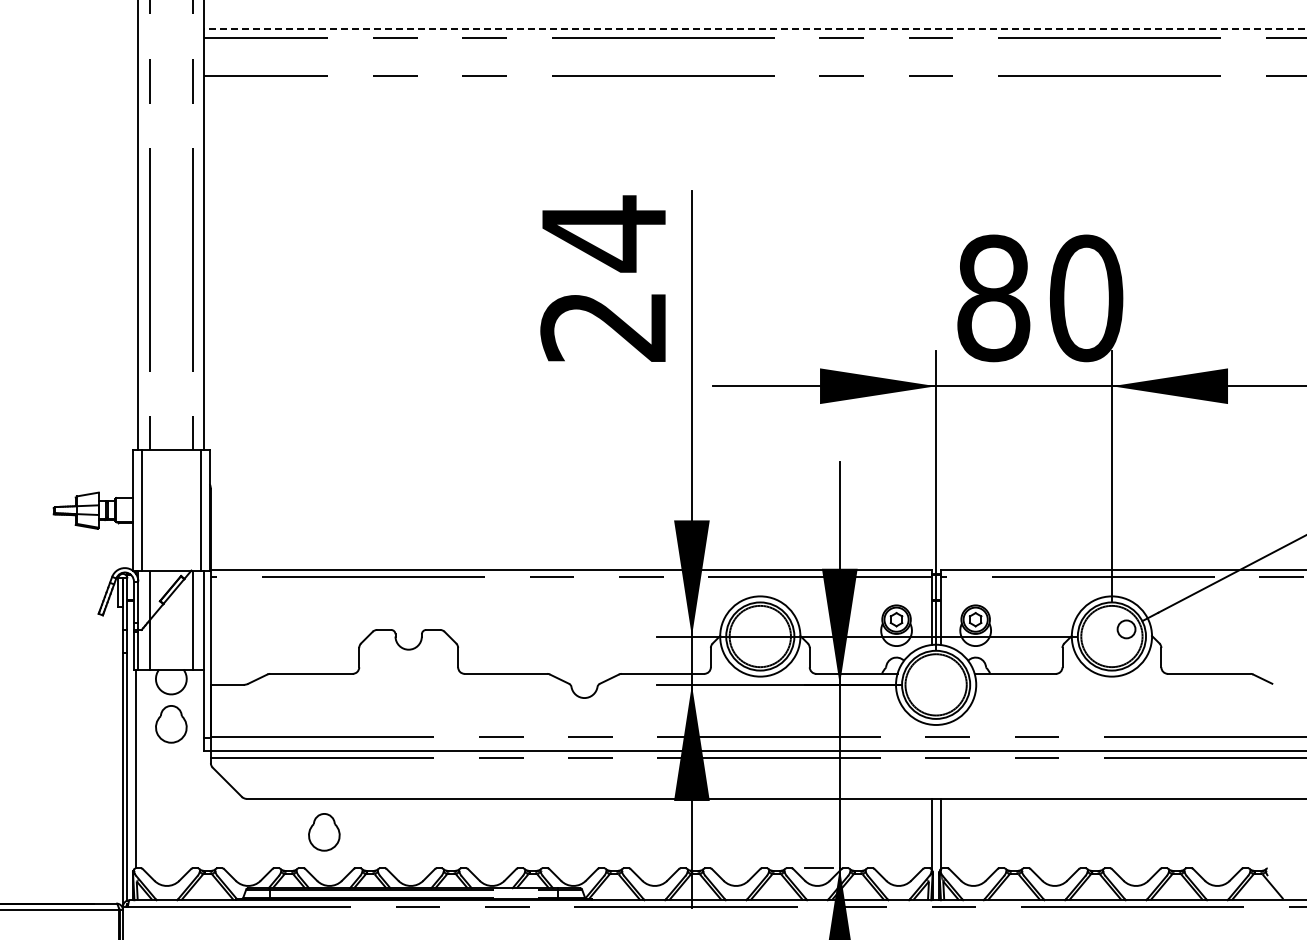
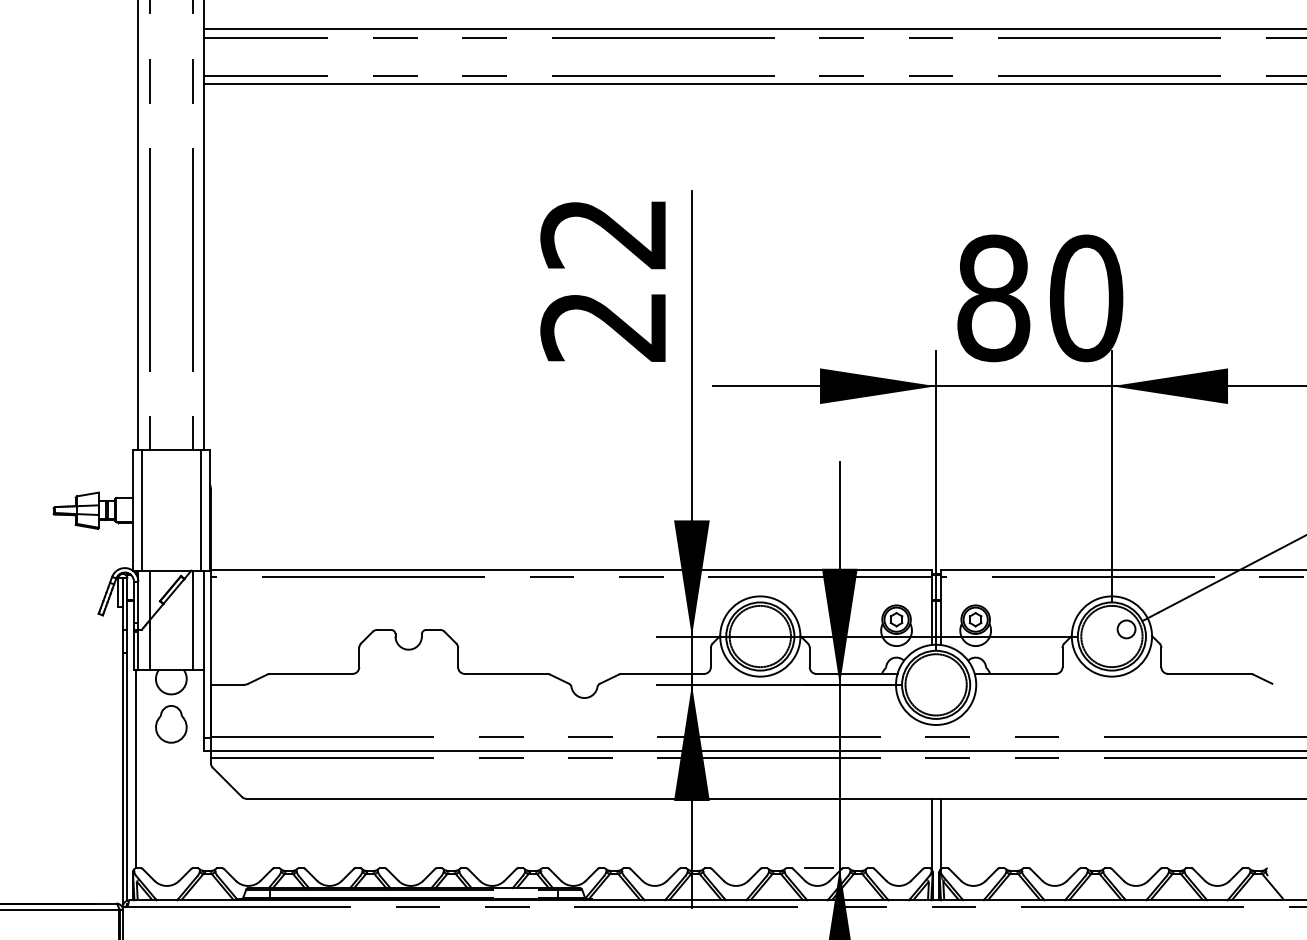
line at (755, 29): dashed -> solid
line at (753, 84): none -> present
text at (602, 233): 24 -> 22
part at (324, 832): present -> none
